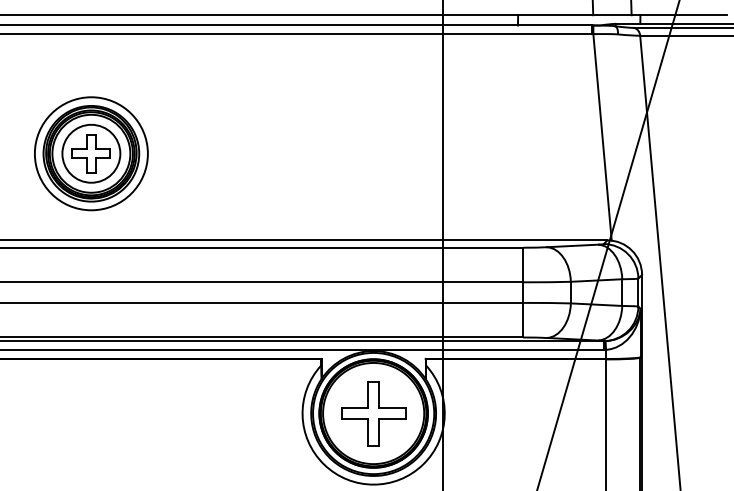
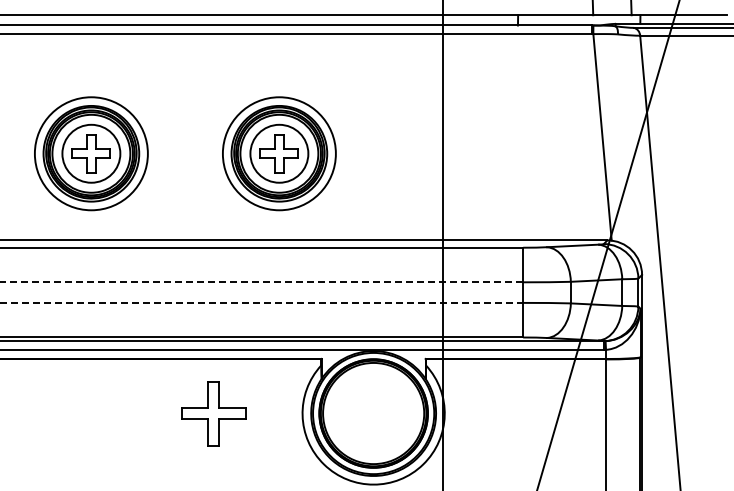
part at (279, 153): none -> present
line at (261, 282): solid -> dashed
line at (262, 302): solid -> dashed
part at (373, 413) position: (373, 413) -> (213, 413)
